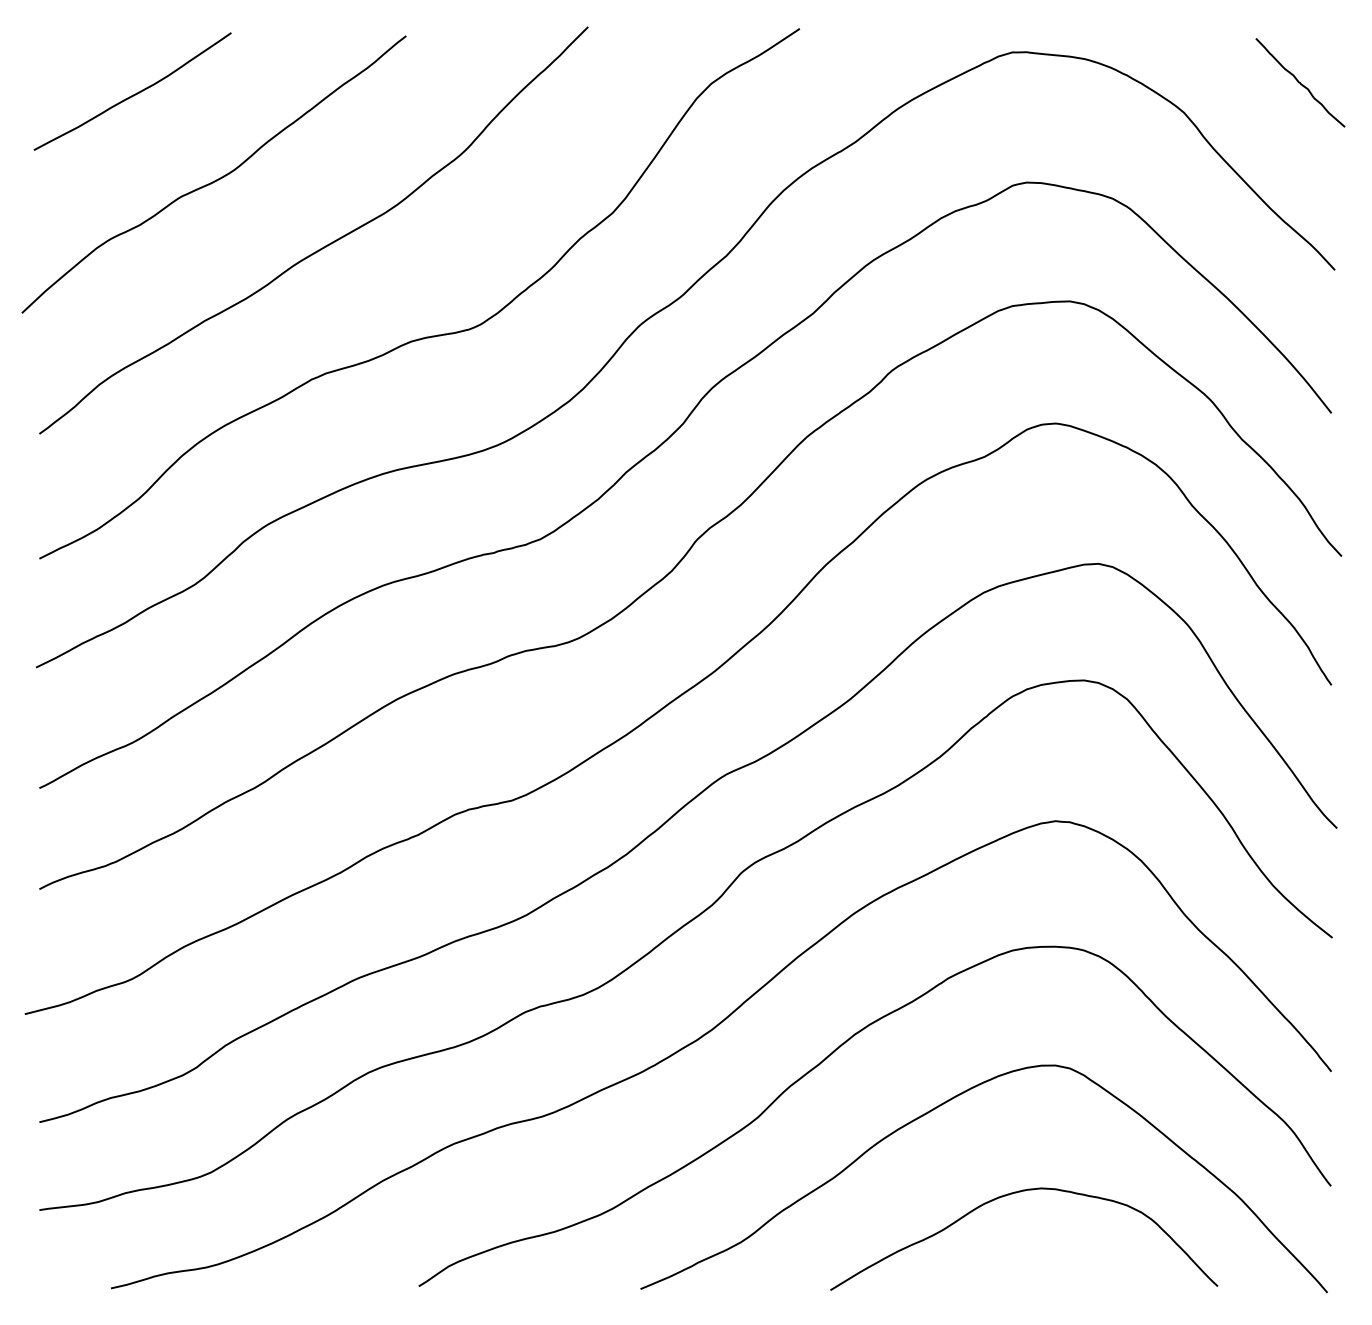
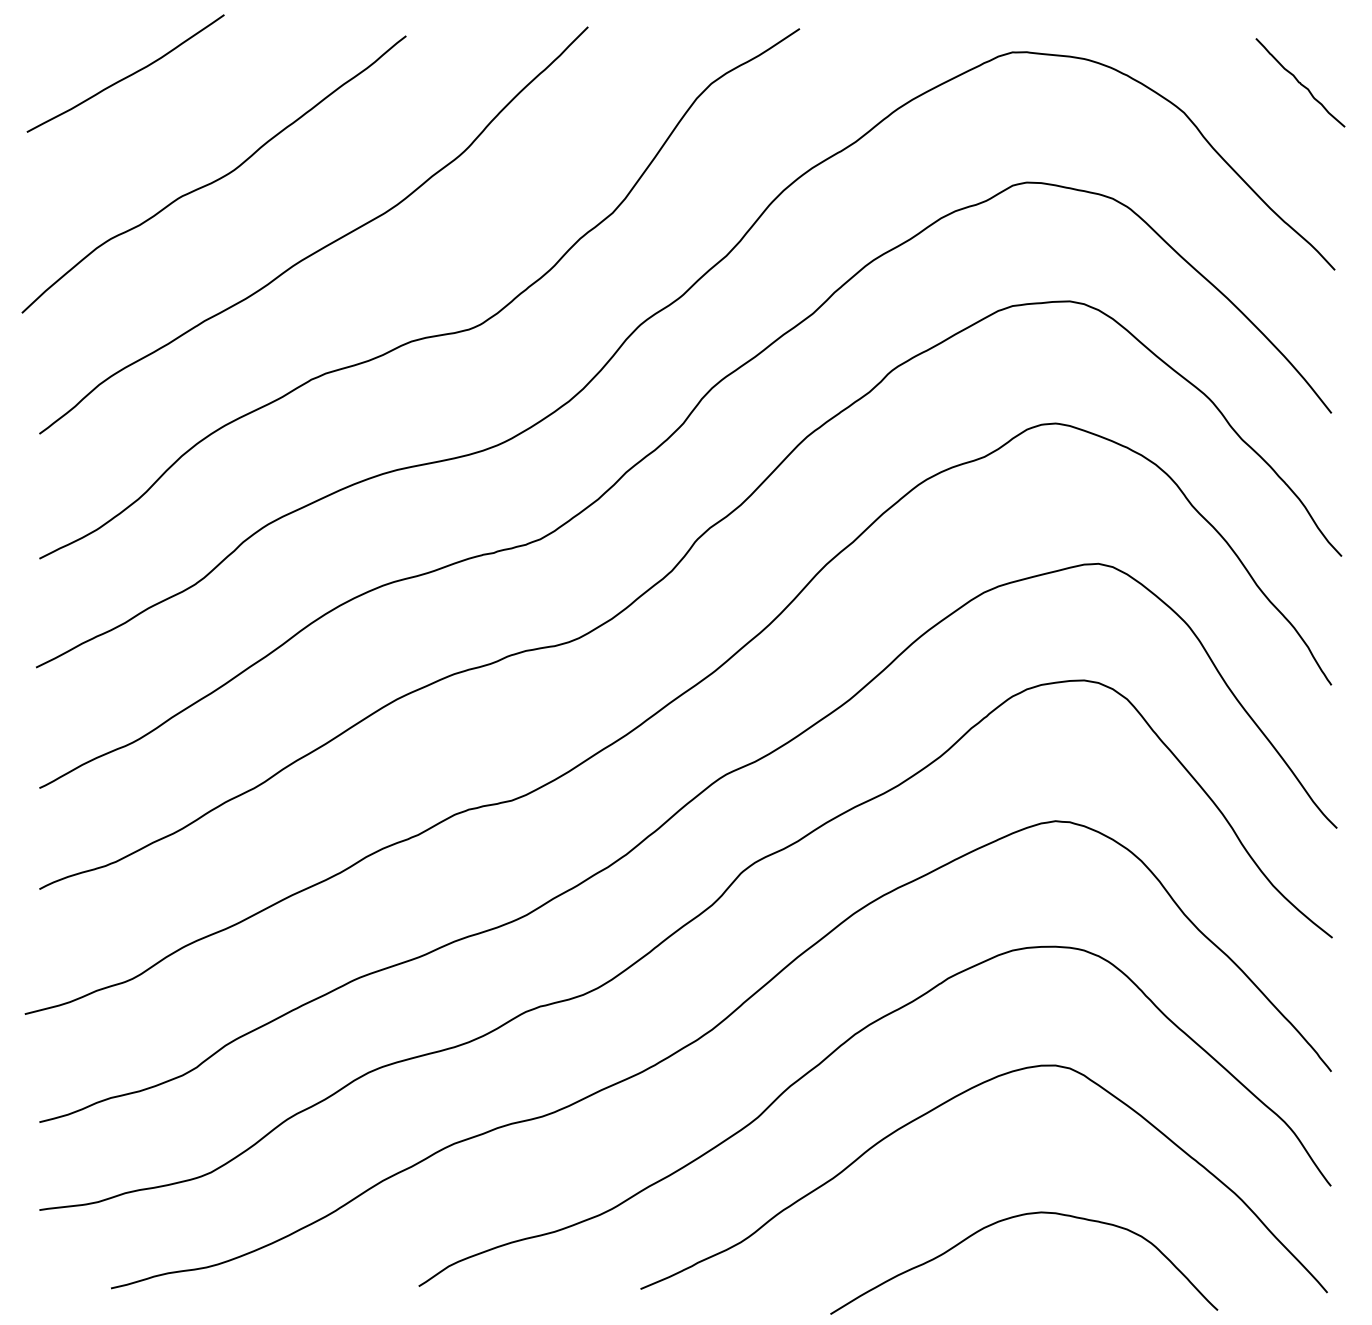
curve at (133, 94) position: (133, 94) -> (126, 76)
curve at (1009, 1195) position: (1009, 1195) -> (1009, 1219)
